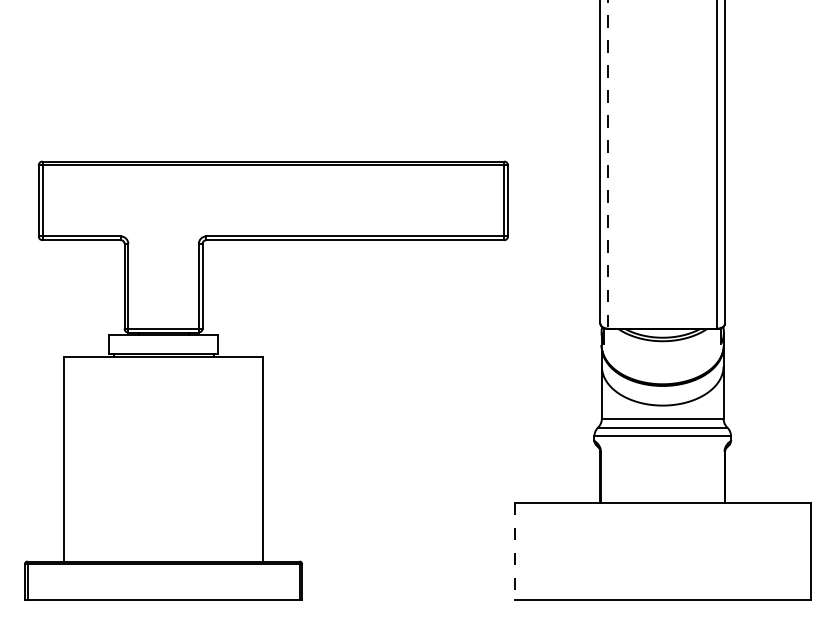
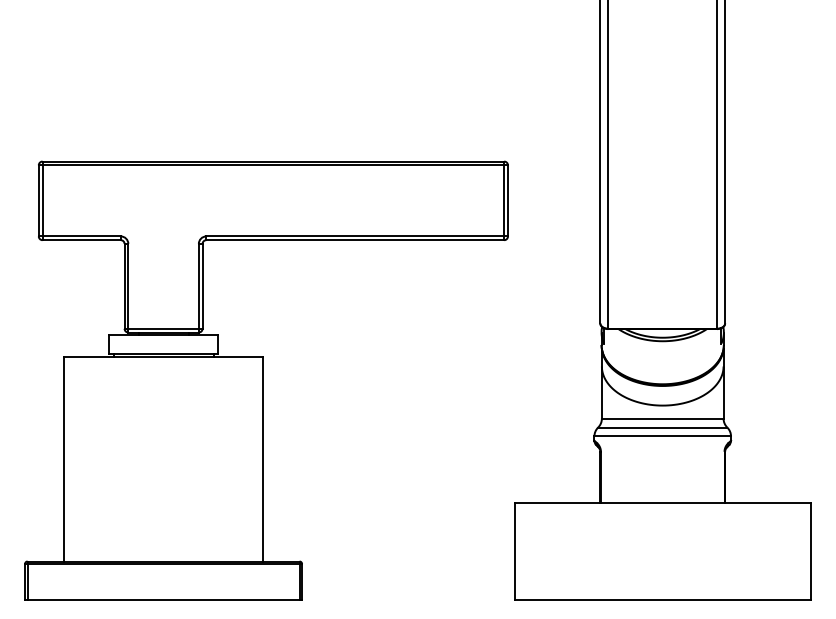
line at (608, 165): dashed -> solid
line at (514, 551): dashed -> solid
